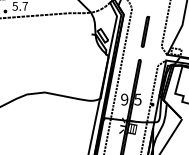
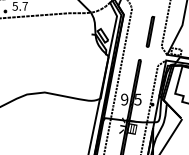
part at (145, 31) position: (145, 31) -> (150, 31)
